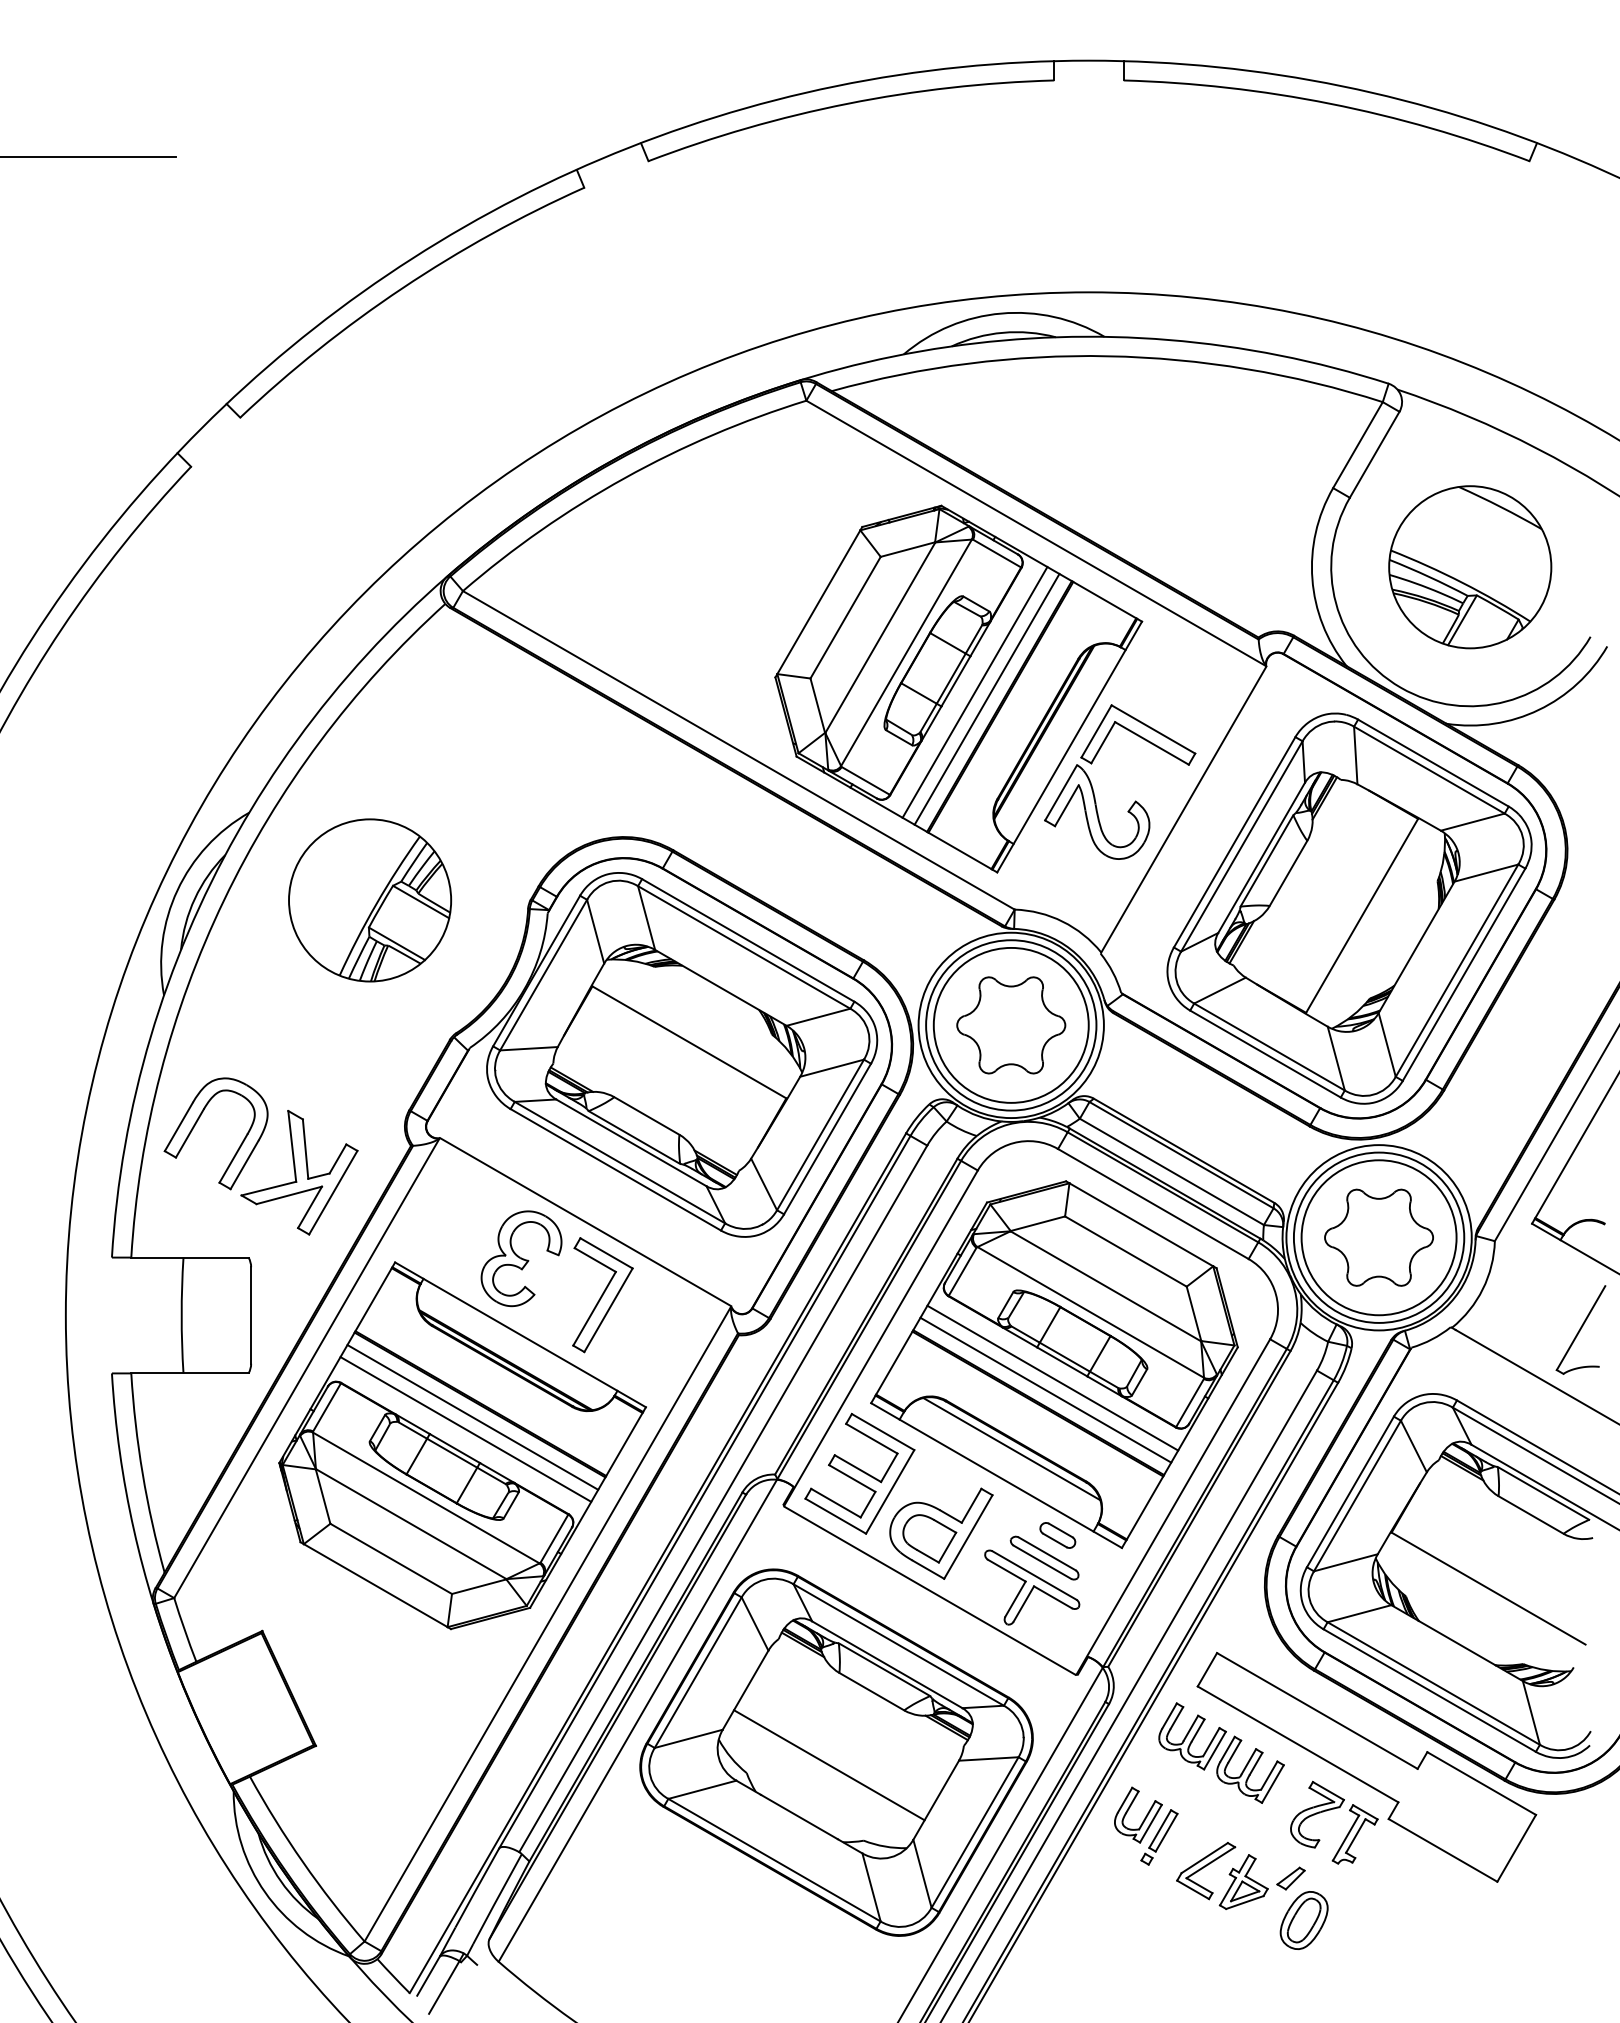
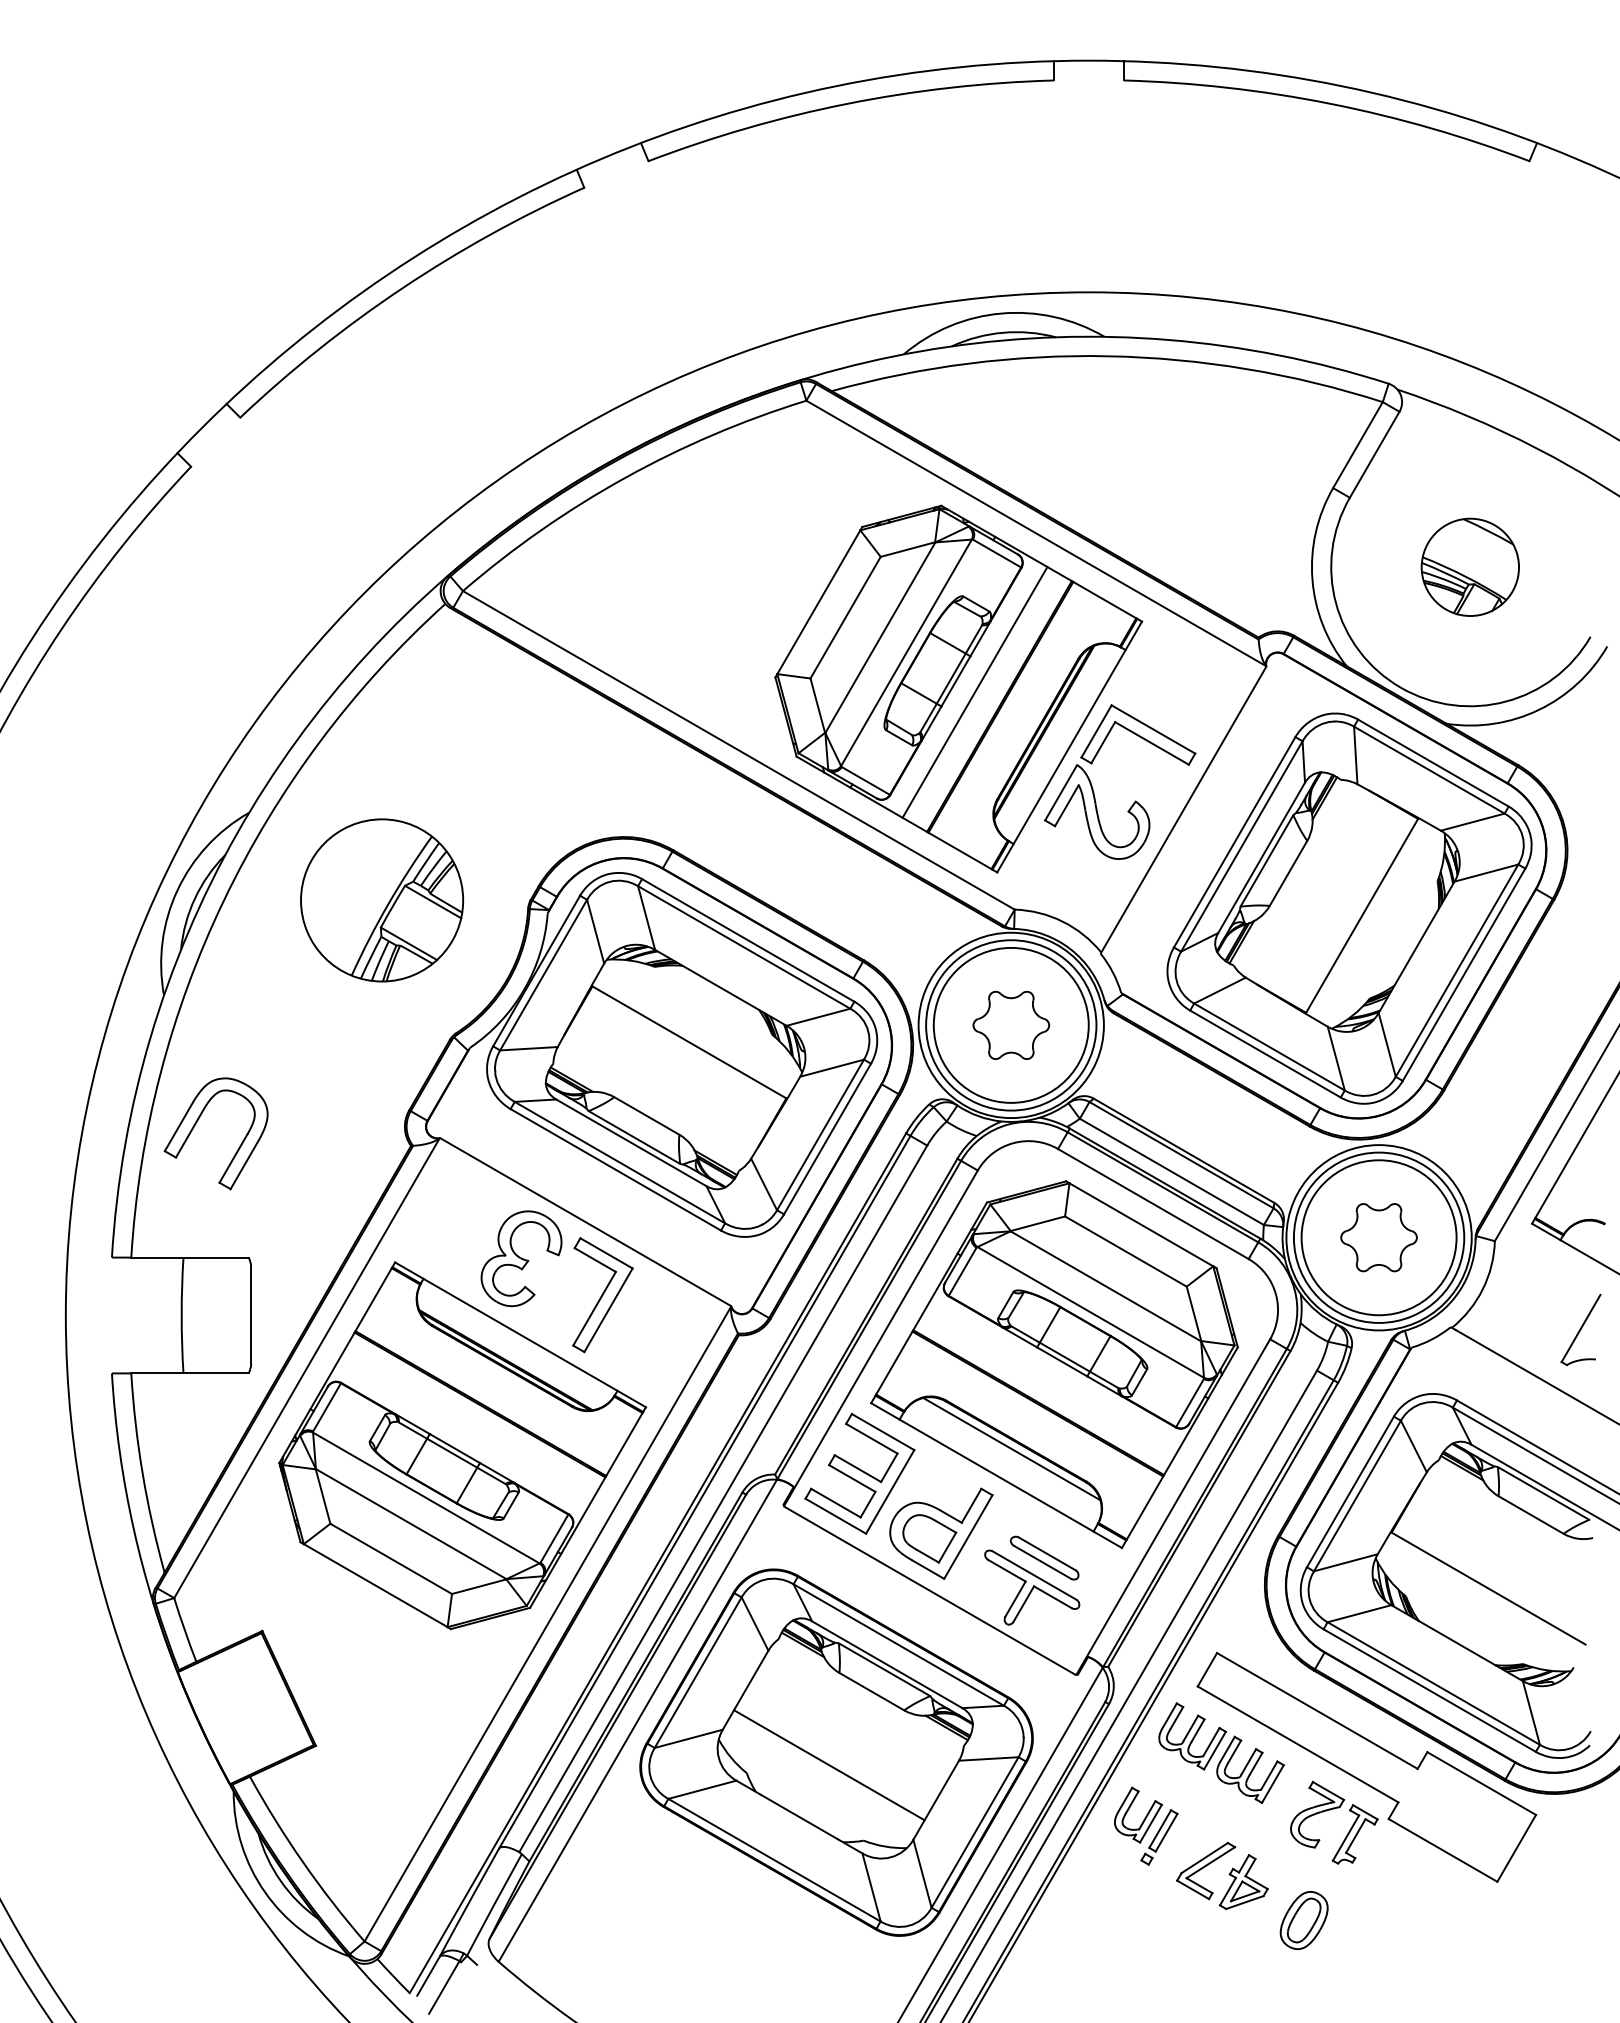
line at (88, 157): present -> none
part at (1470, 567) size: 165x165 px -> 100x100 px
line at (986, 698): present -> none
part at (370, 900) position: (370, 900) -> (382, 900)
part at (1011, 1025) size: 111x99 px -> 79x70 px
part at (299, 1172): present -> none
part at (1378, 1237) size: 110x99 px -> 78x70 px
part at (1580, 1329) size: 52x90 px -> 42x74 px
line at (1052, 1377): present -> none
line at (1045, 1389): present -> none
line at (472, 1417): present -> none
line at (465, 1429): present -> none
part at (1057, 1535): present -> none
part at (1290, 1878): present -> none
